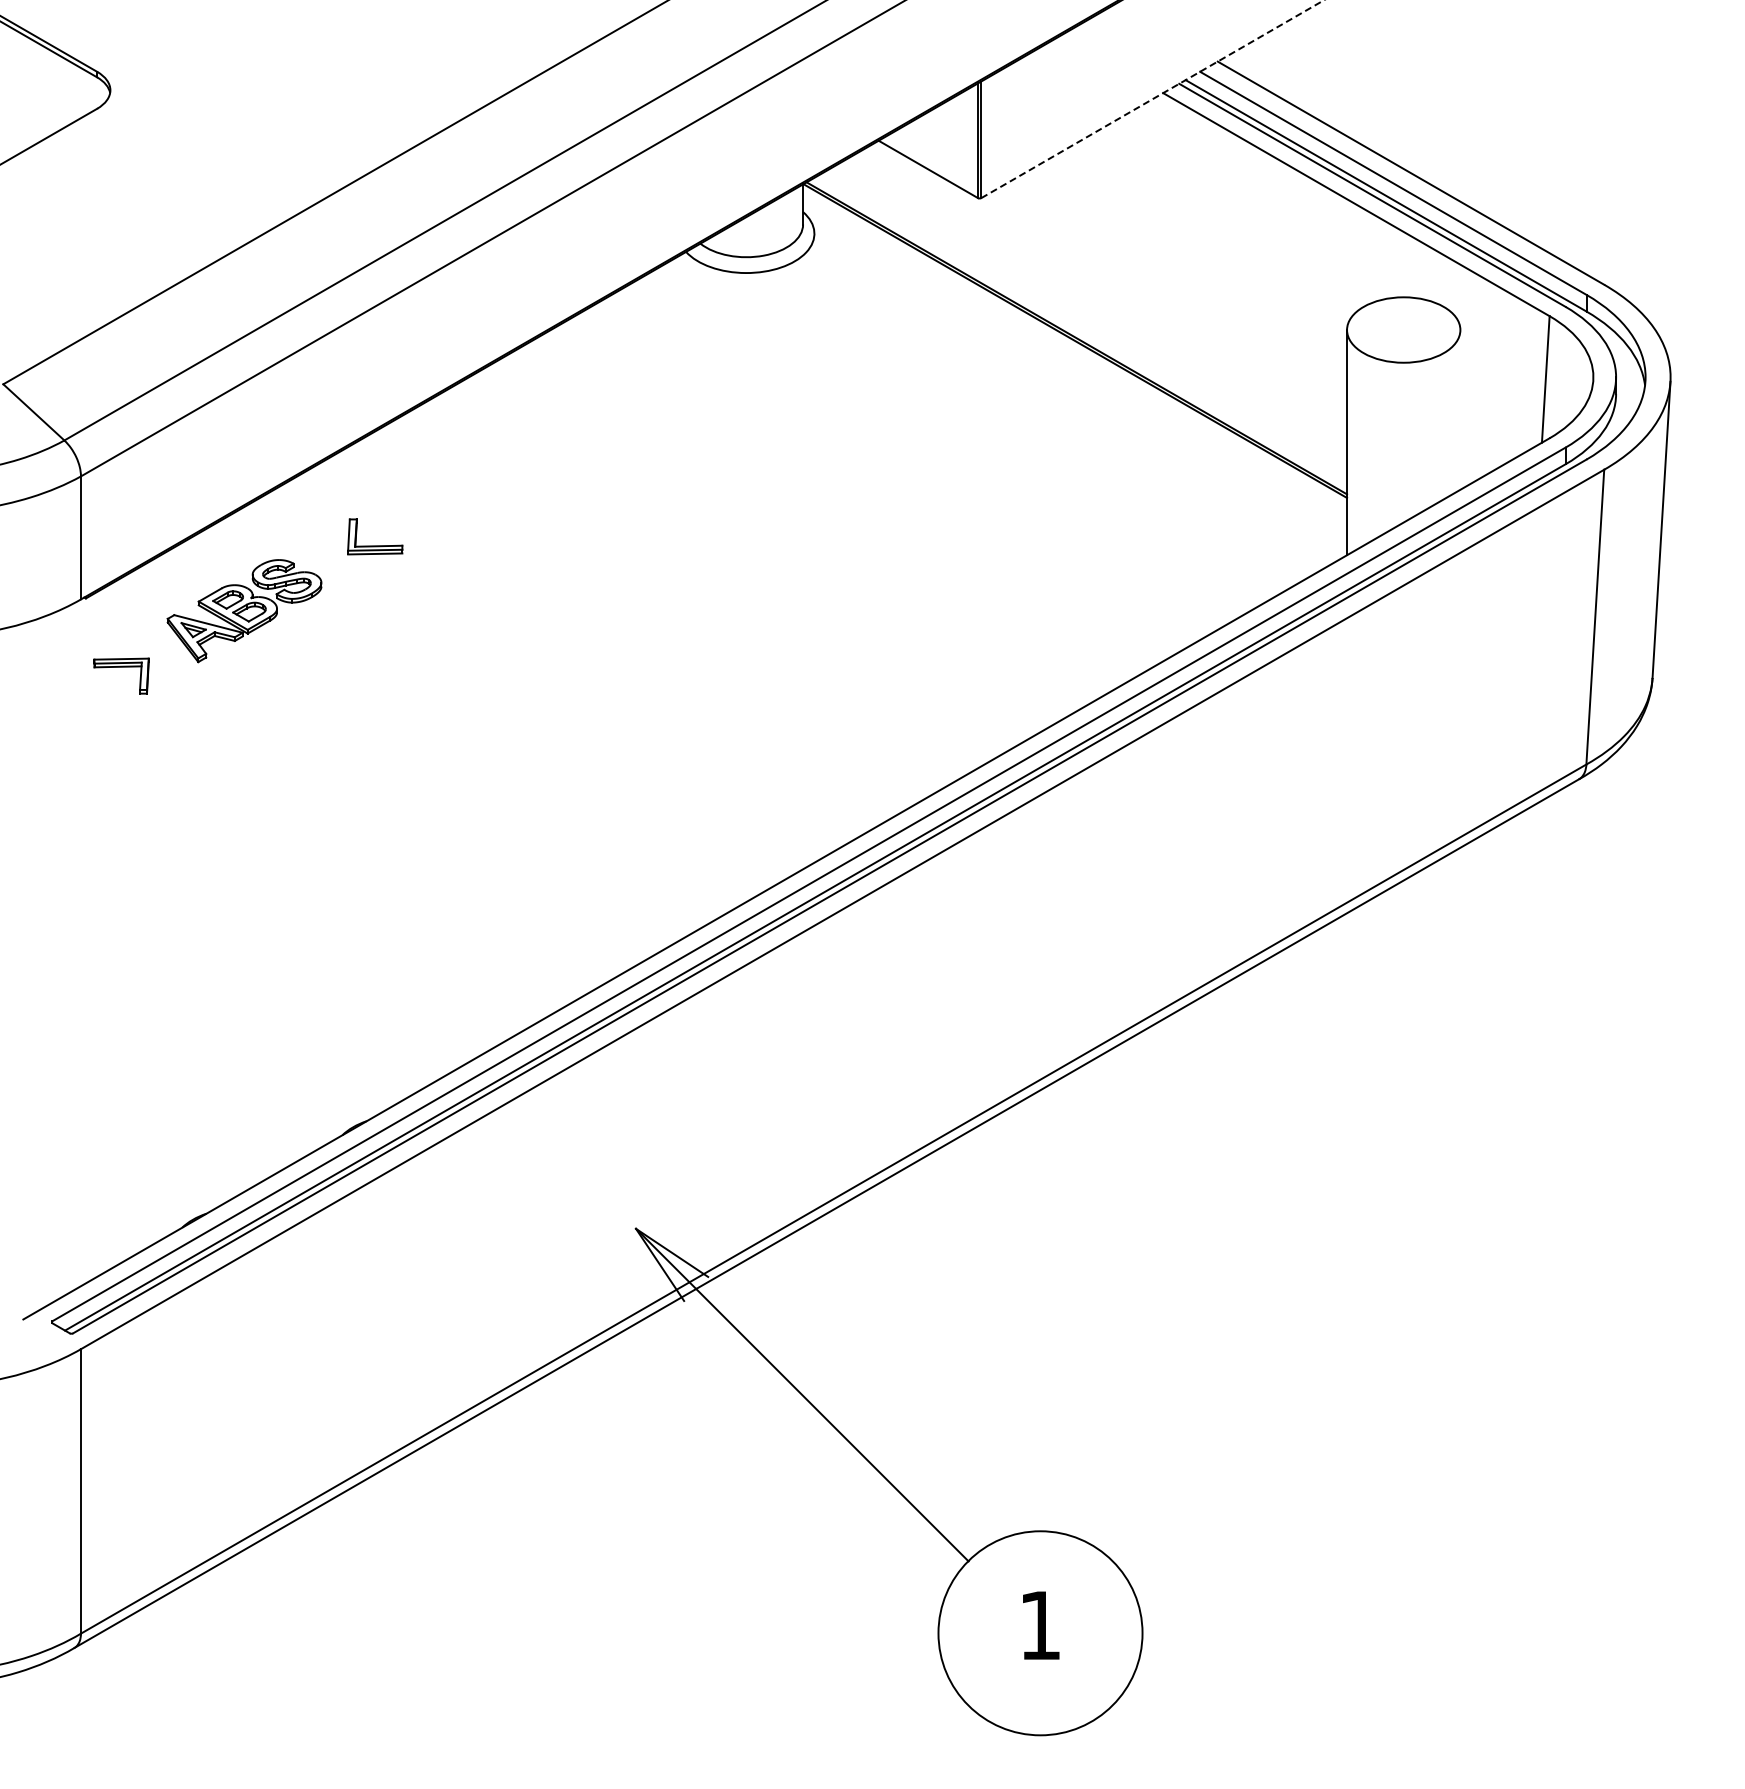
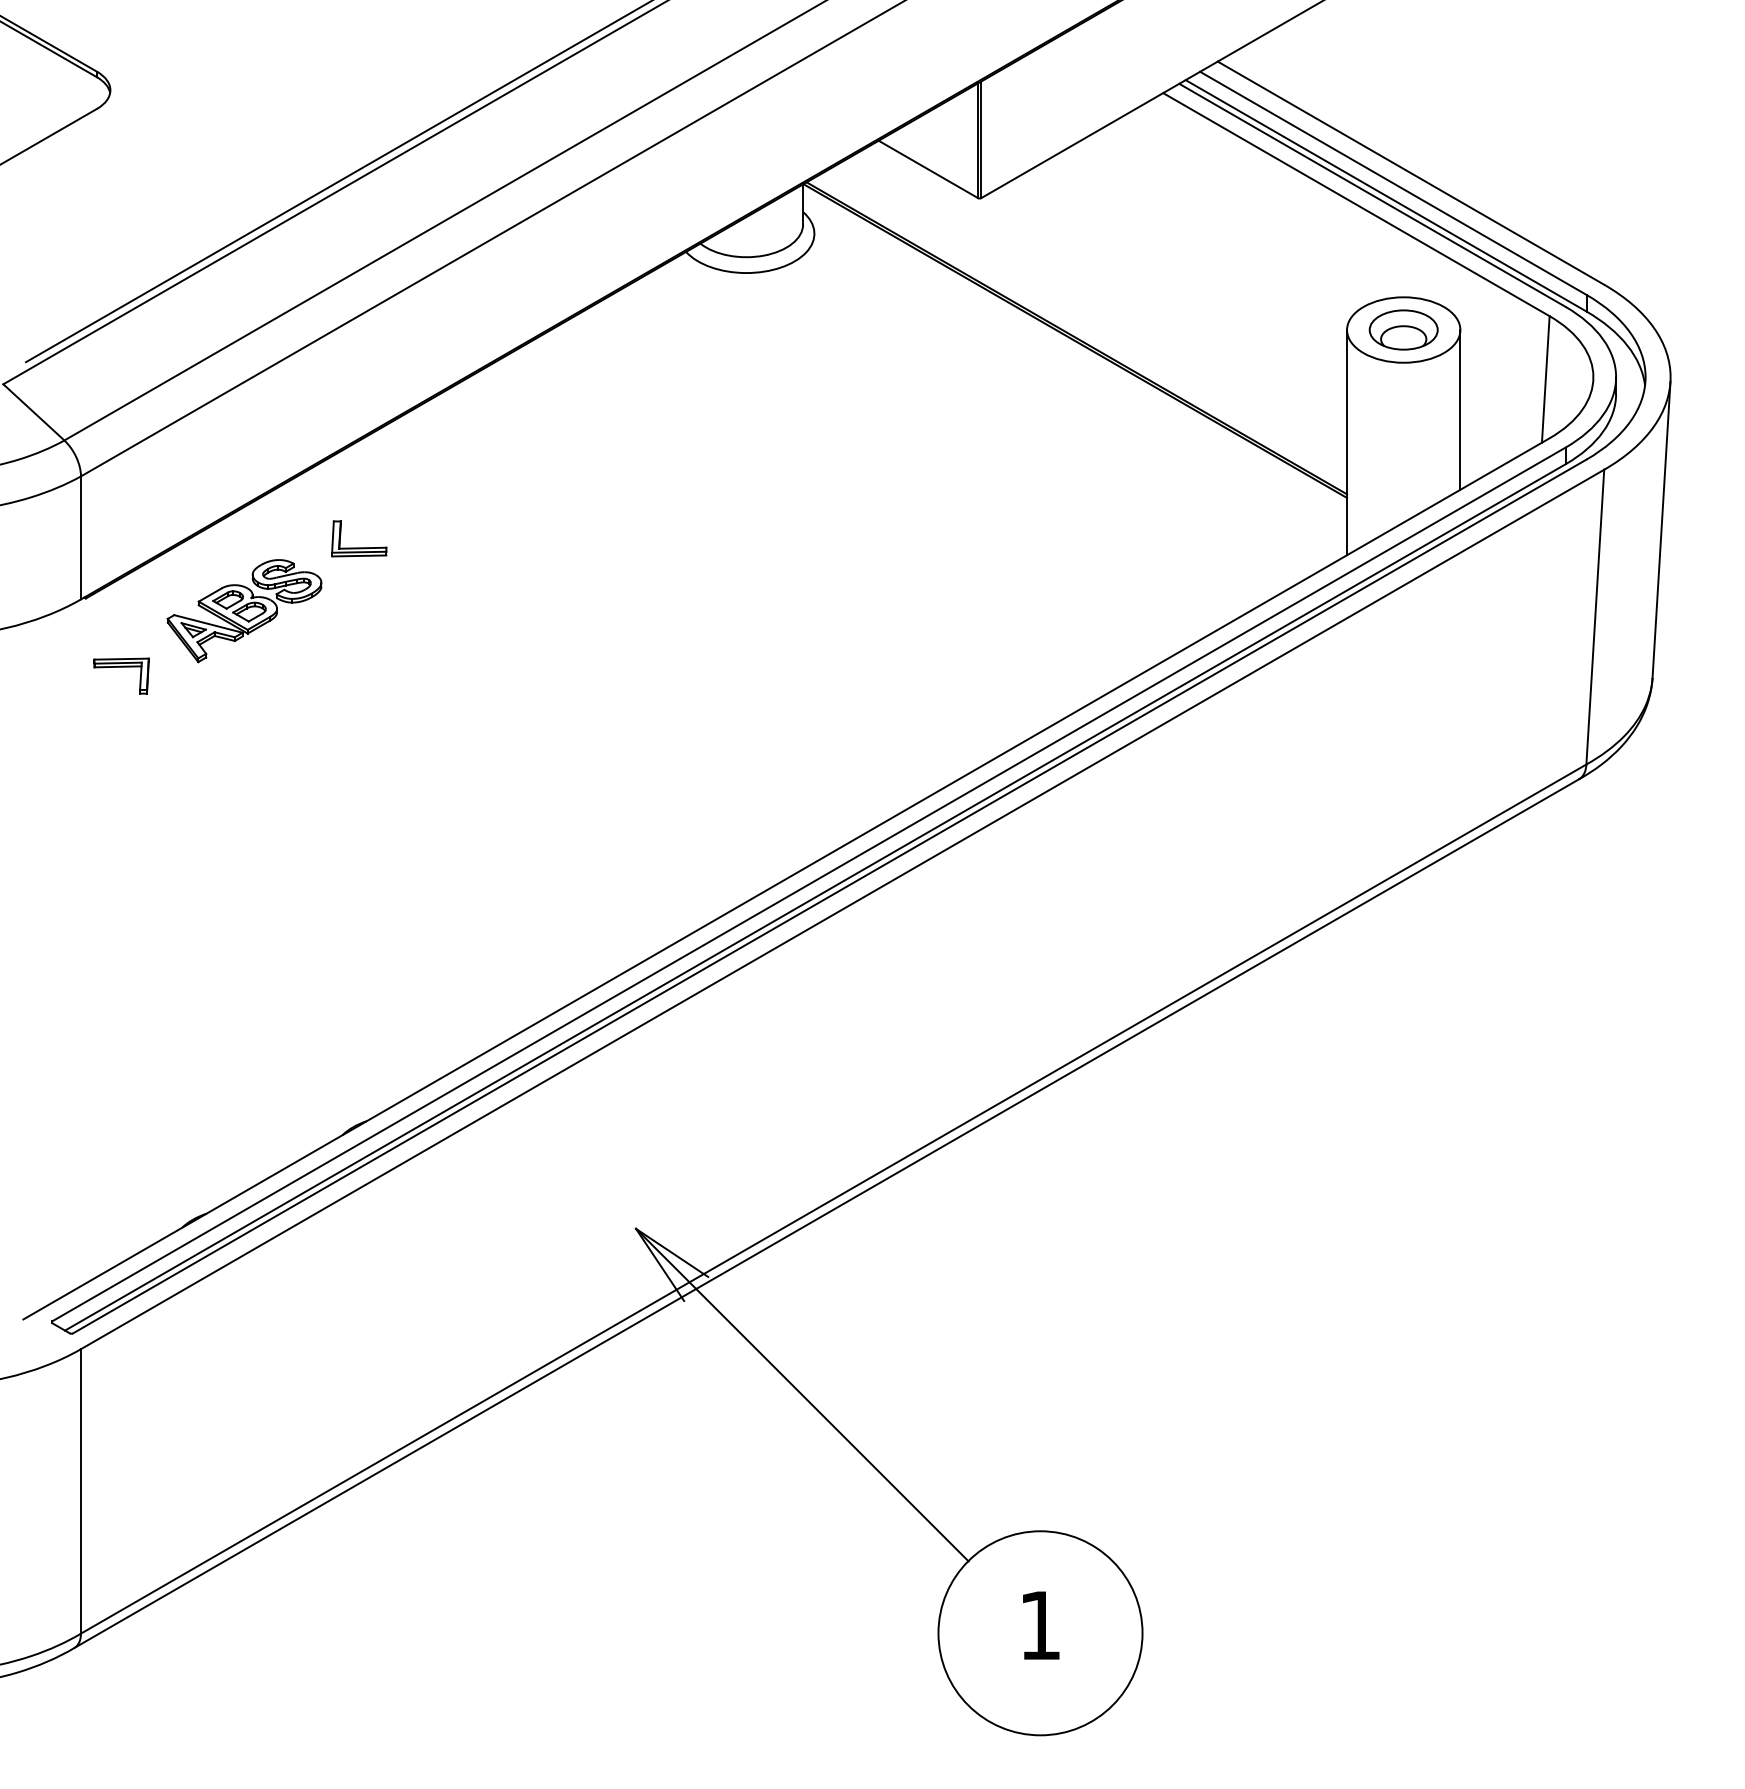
line at (1152, 99): dashed -> solid
line at (337, 182): none -> present
part at (1403, 329): none -> present
line at (1460, 409): none -> present
part at (375, 545) position: (375, 545) -> (359, 547)
